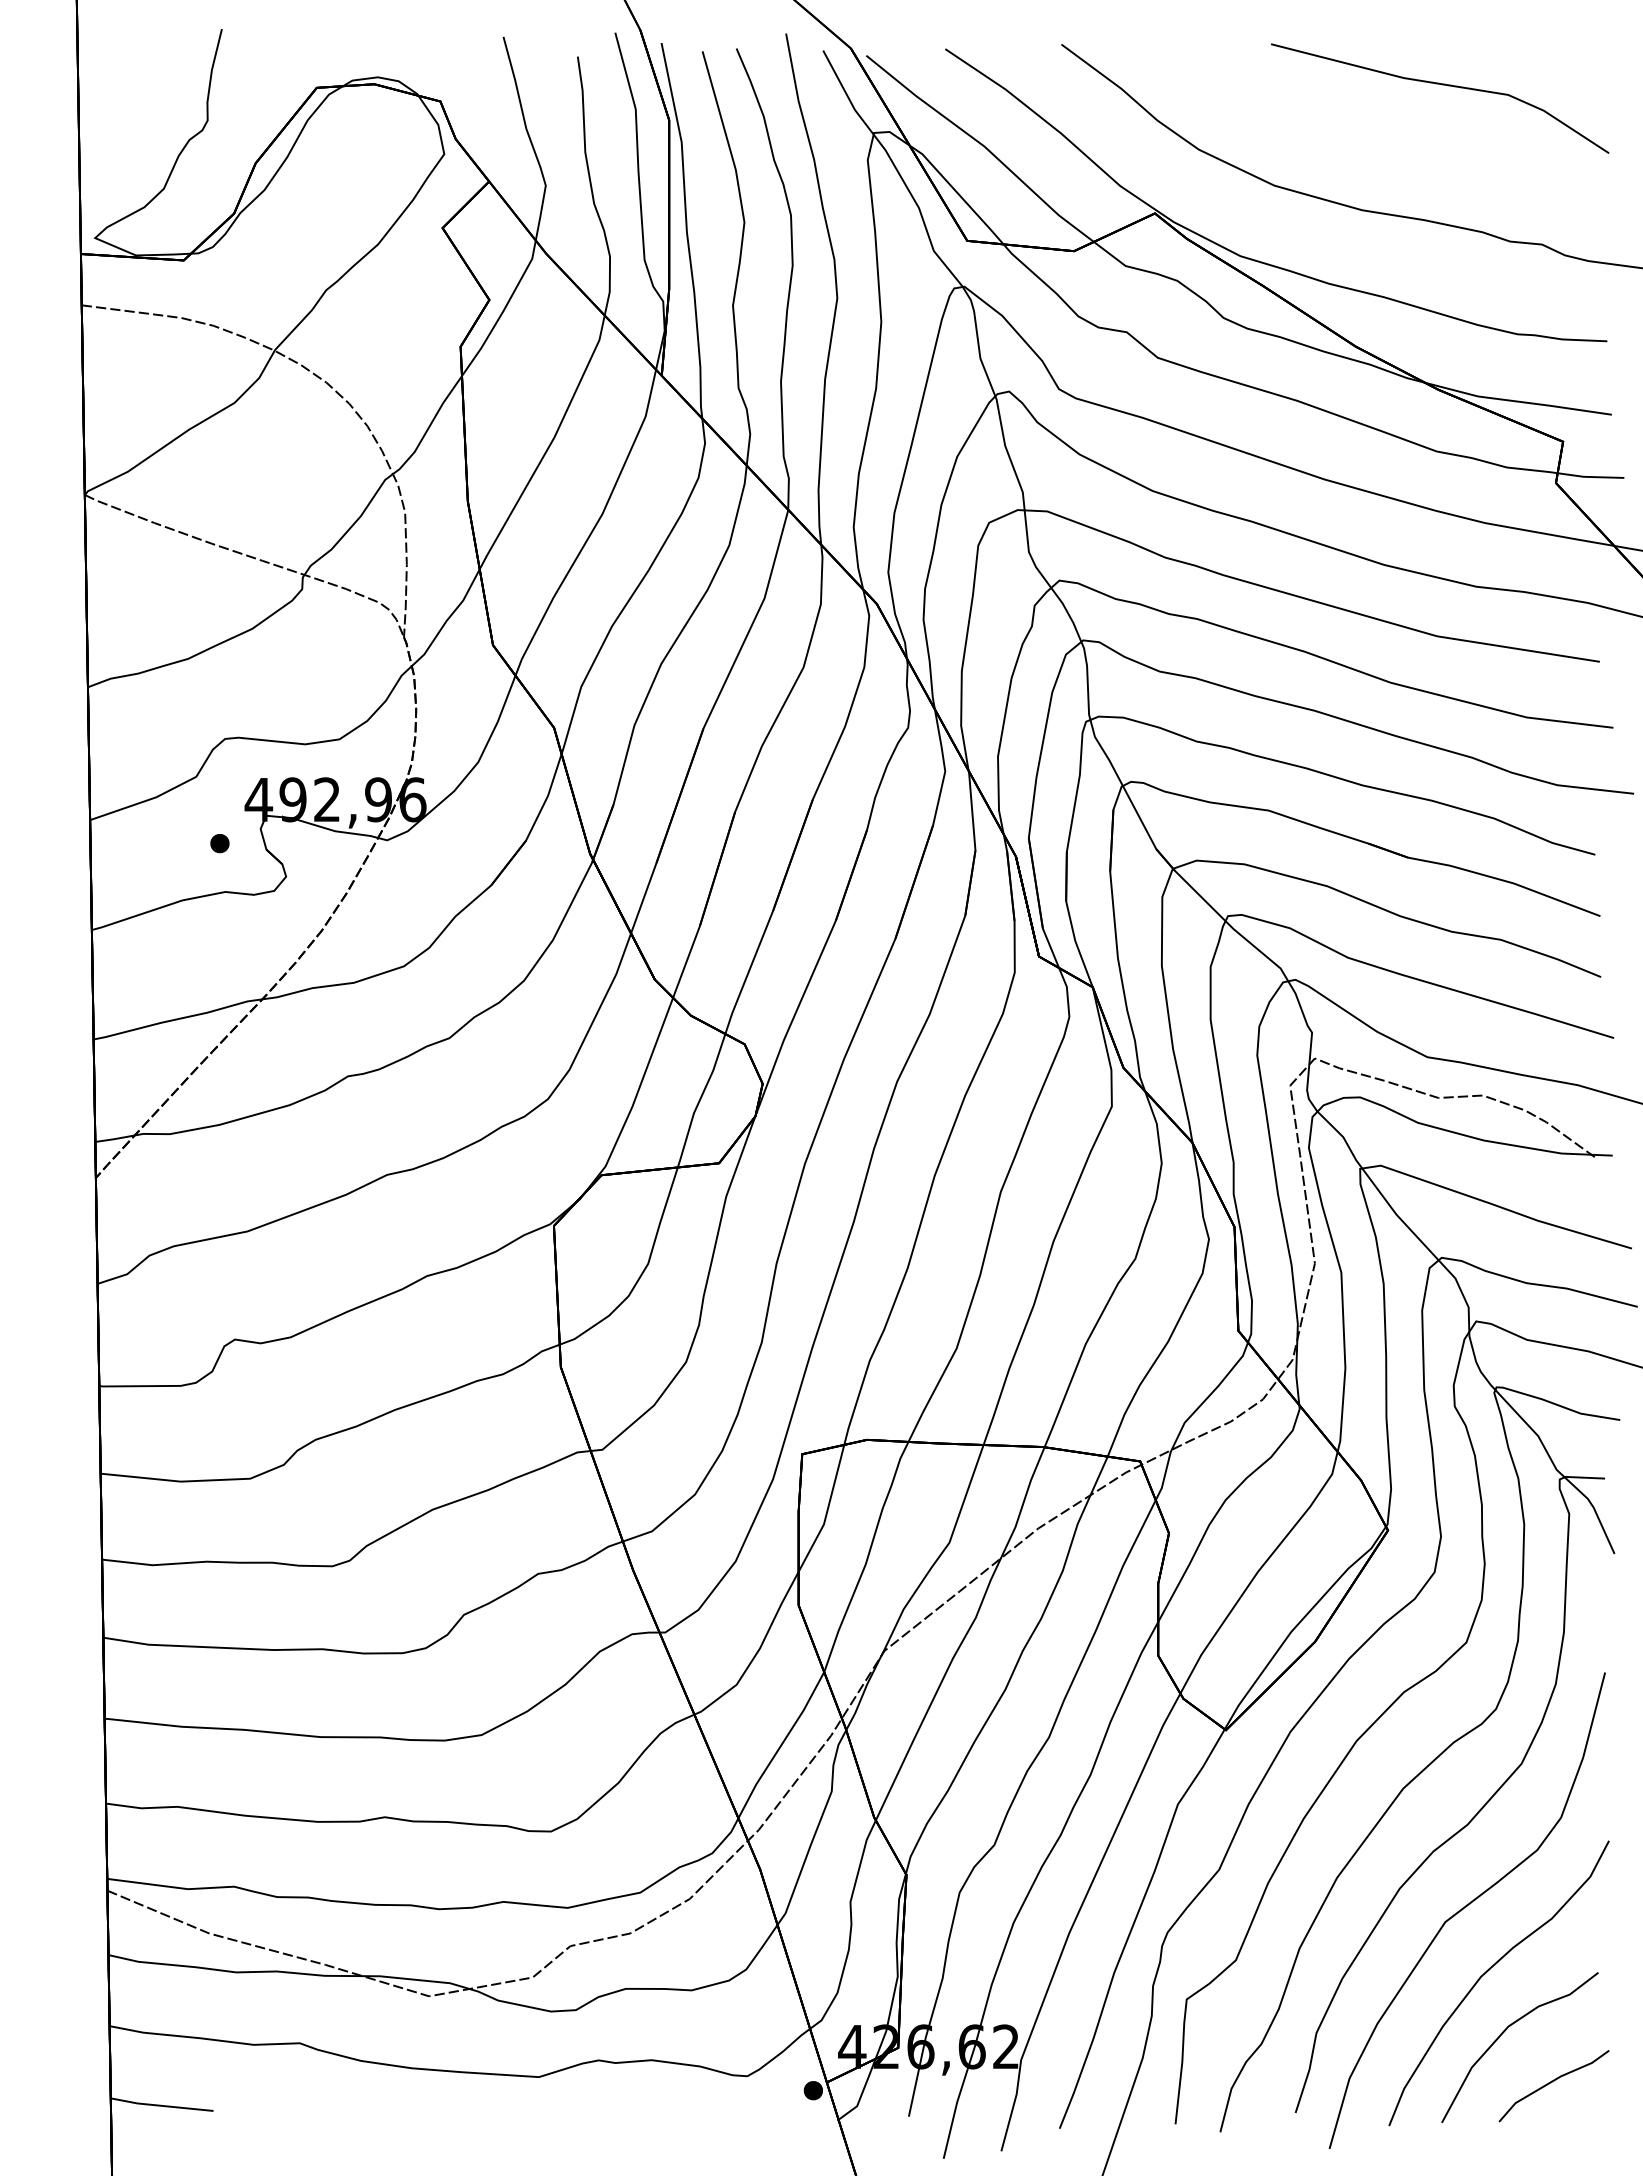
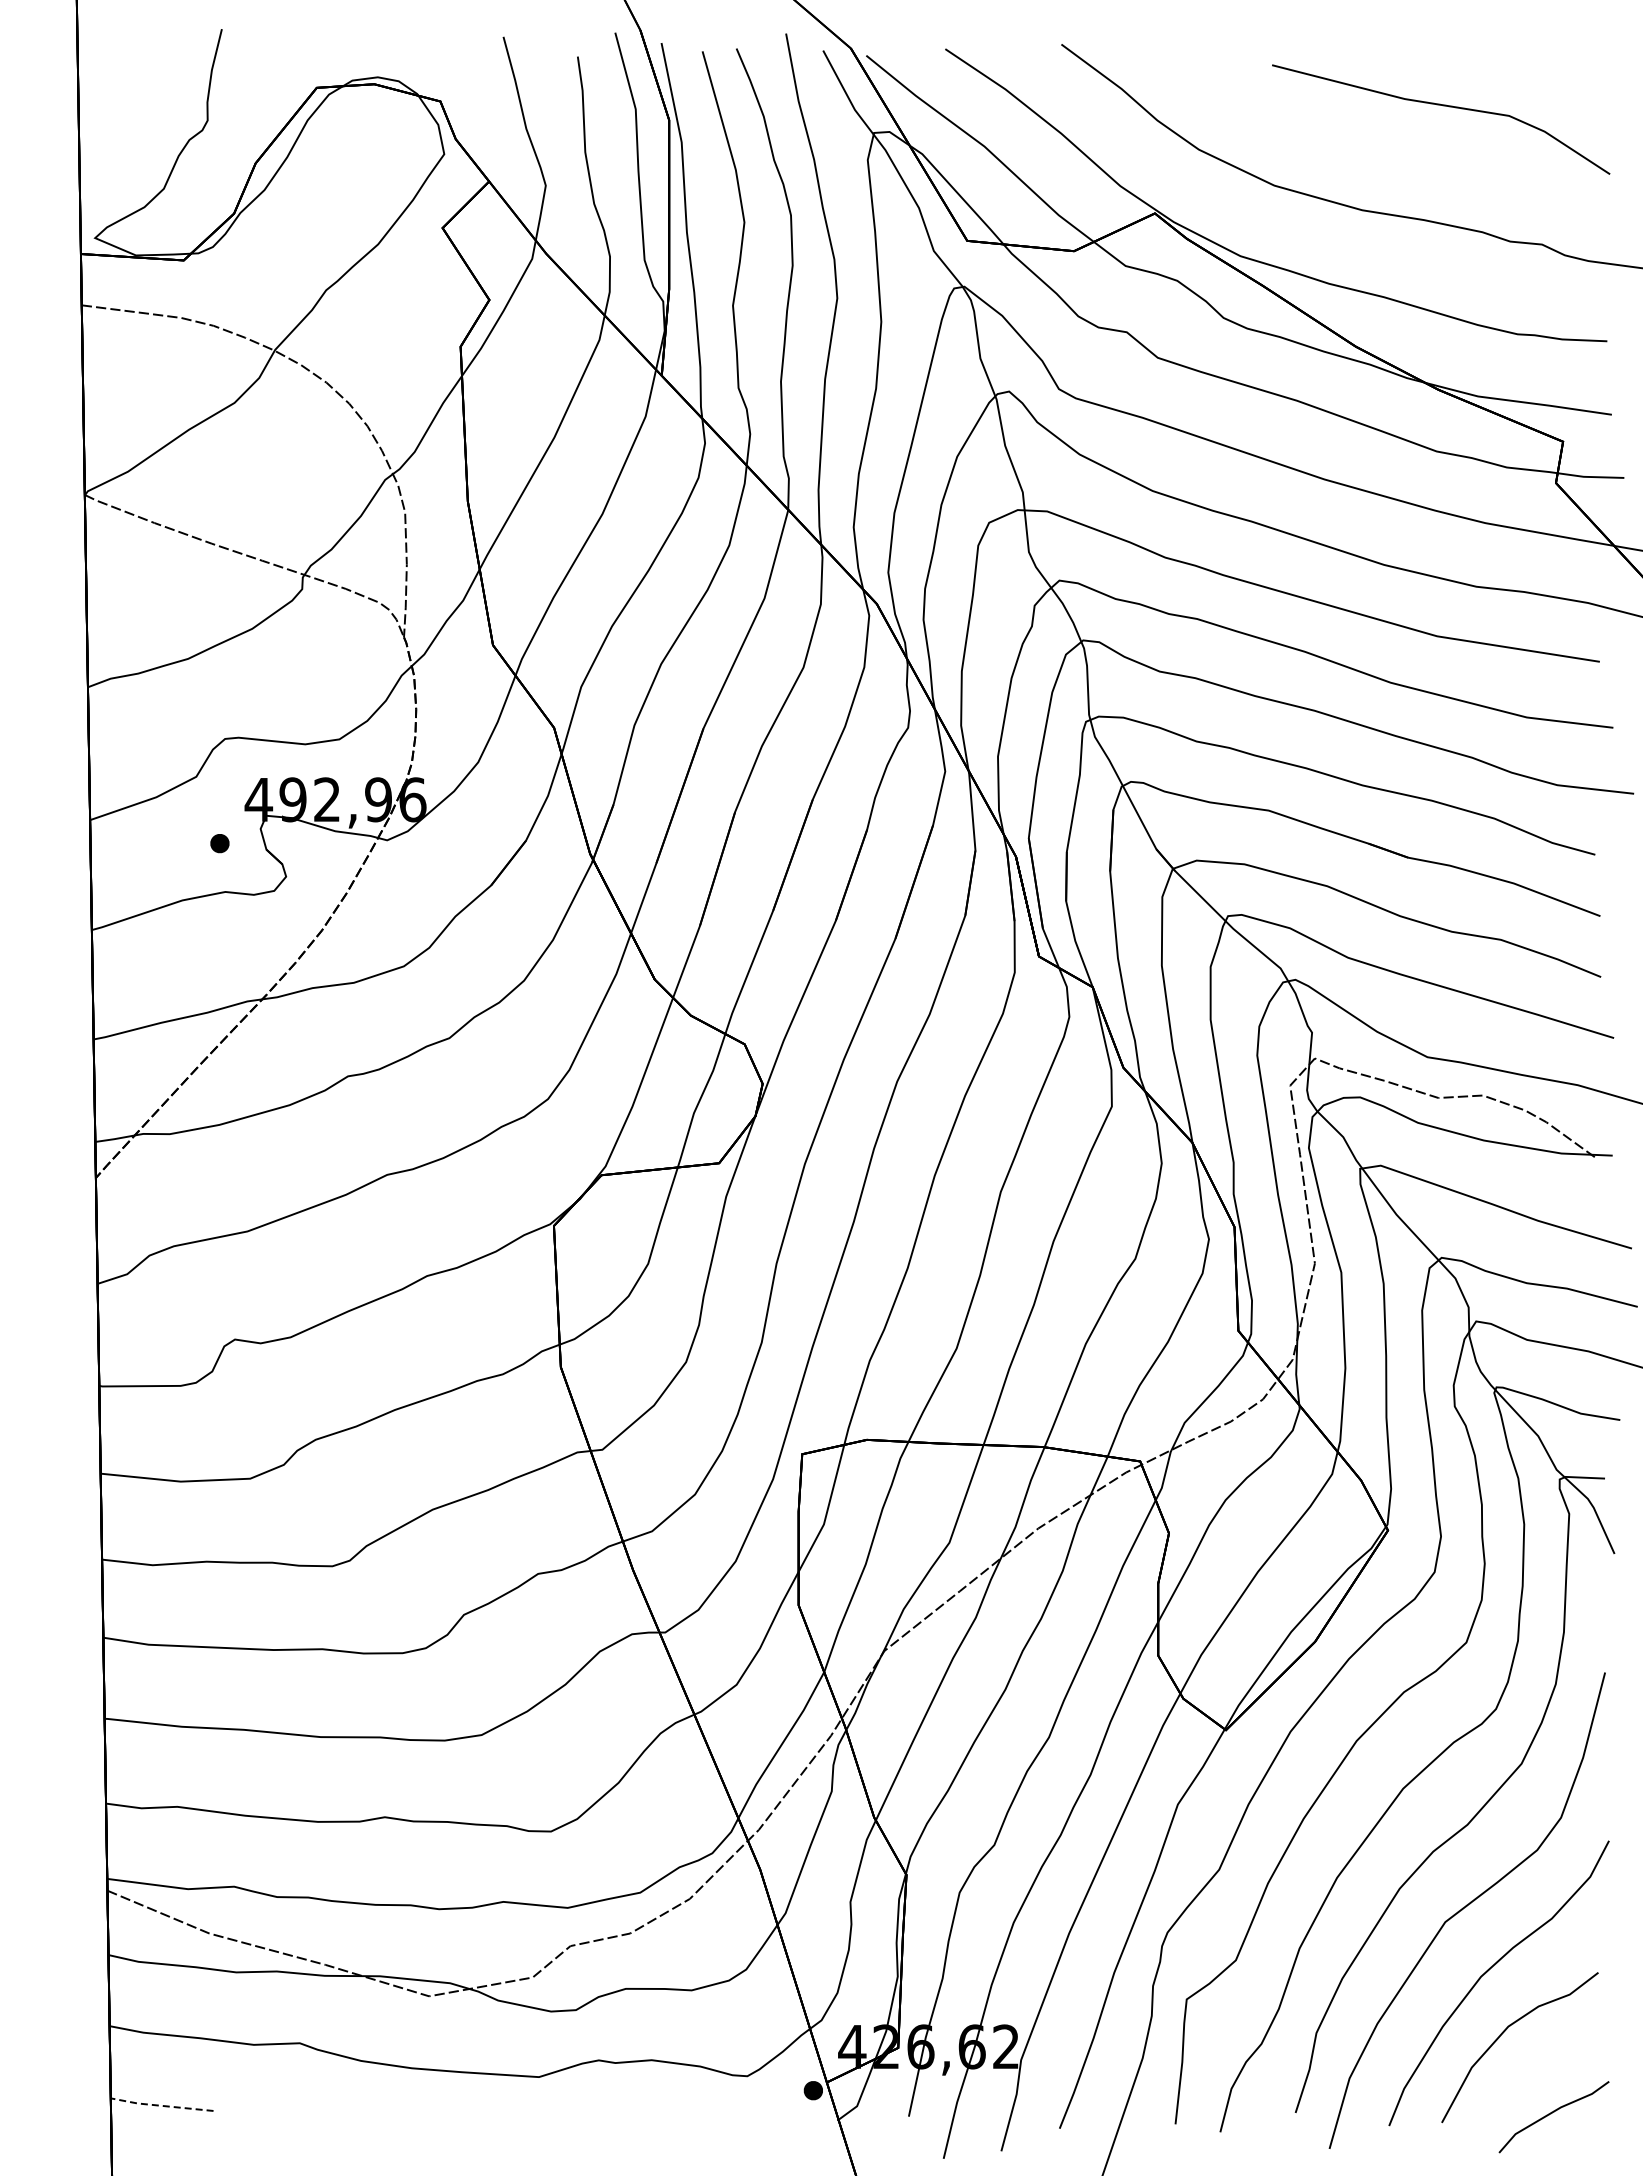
line at (1442, 85) position: (1442, 85) -> (1443, 106)
line at (1551, 2083) position: (1551, 2083) -> (1551, 2114)
line at (161, 2105): solid -> dashed
